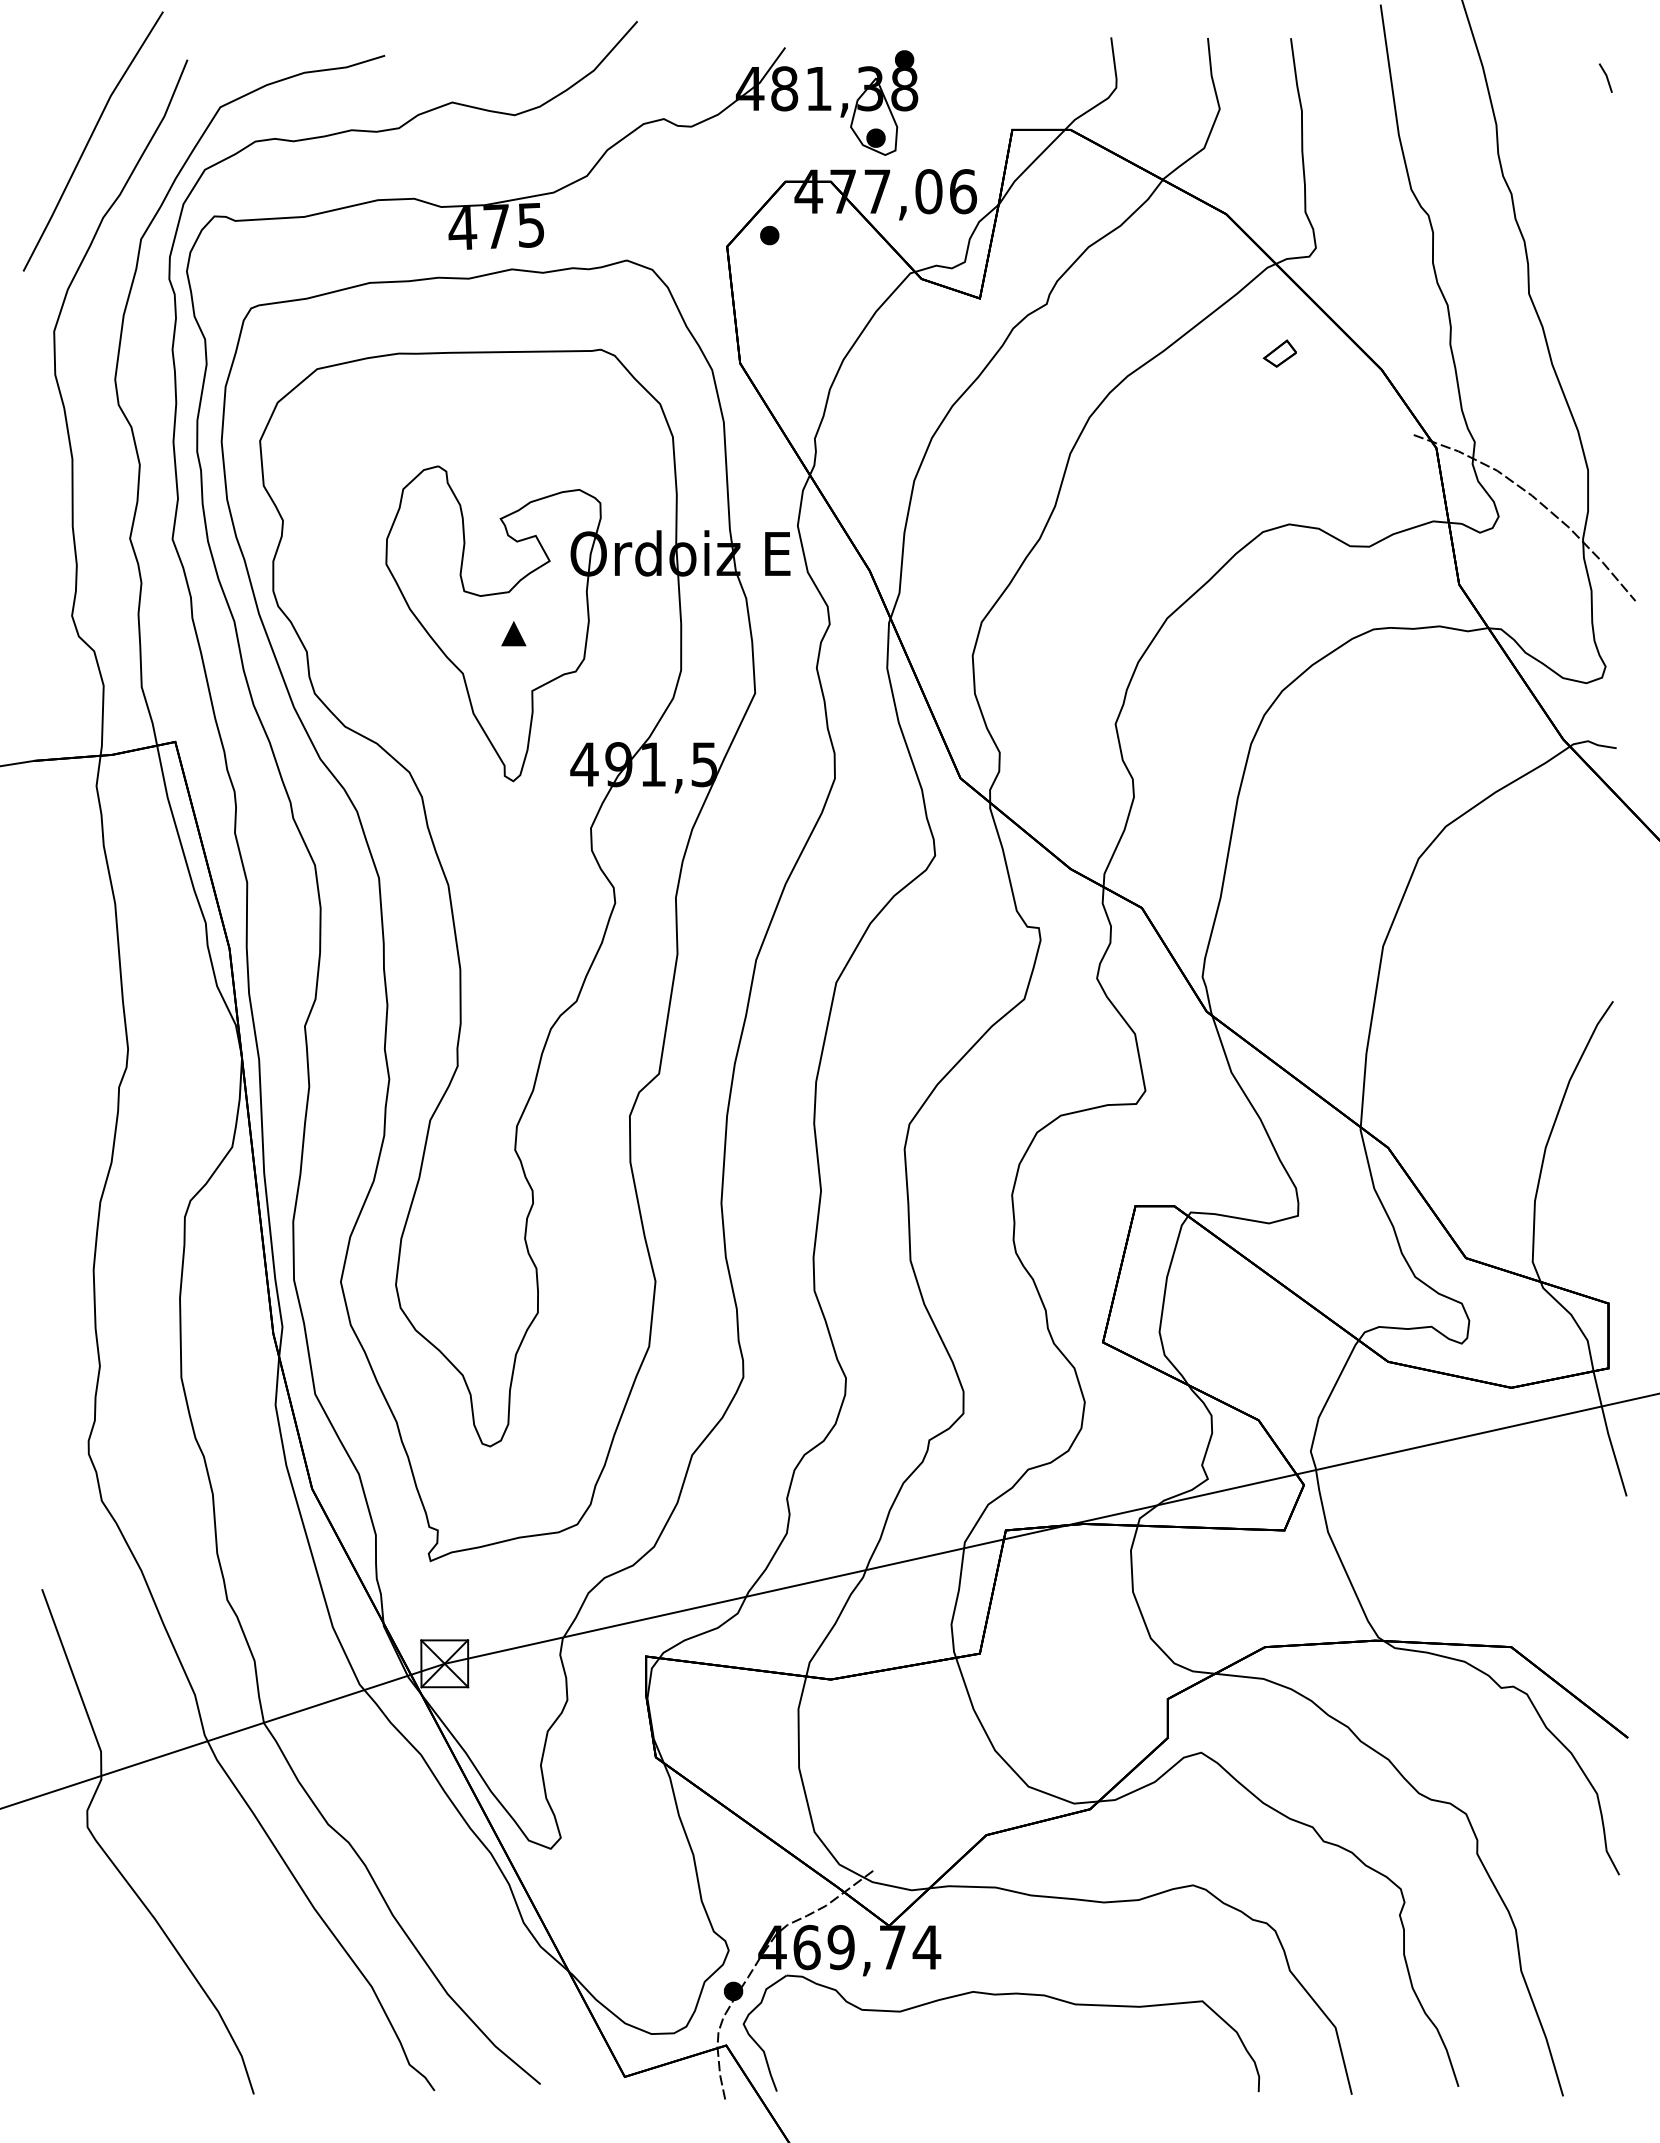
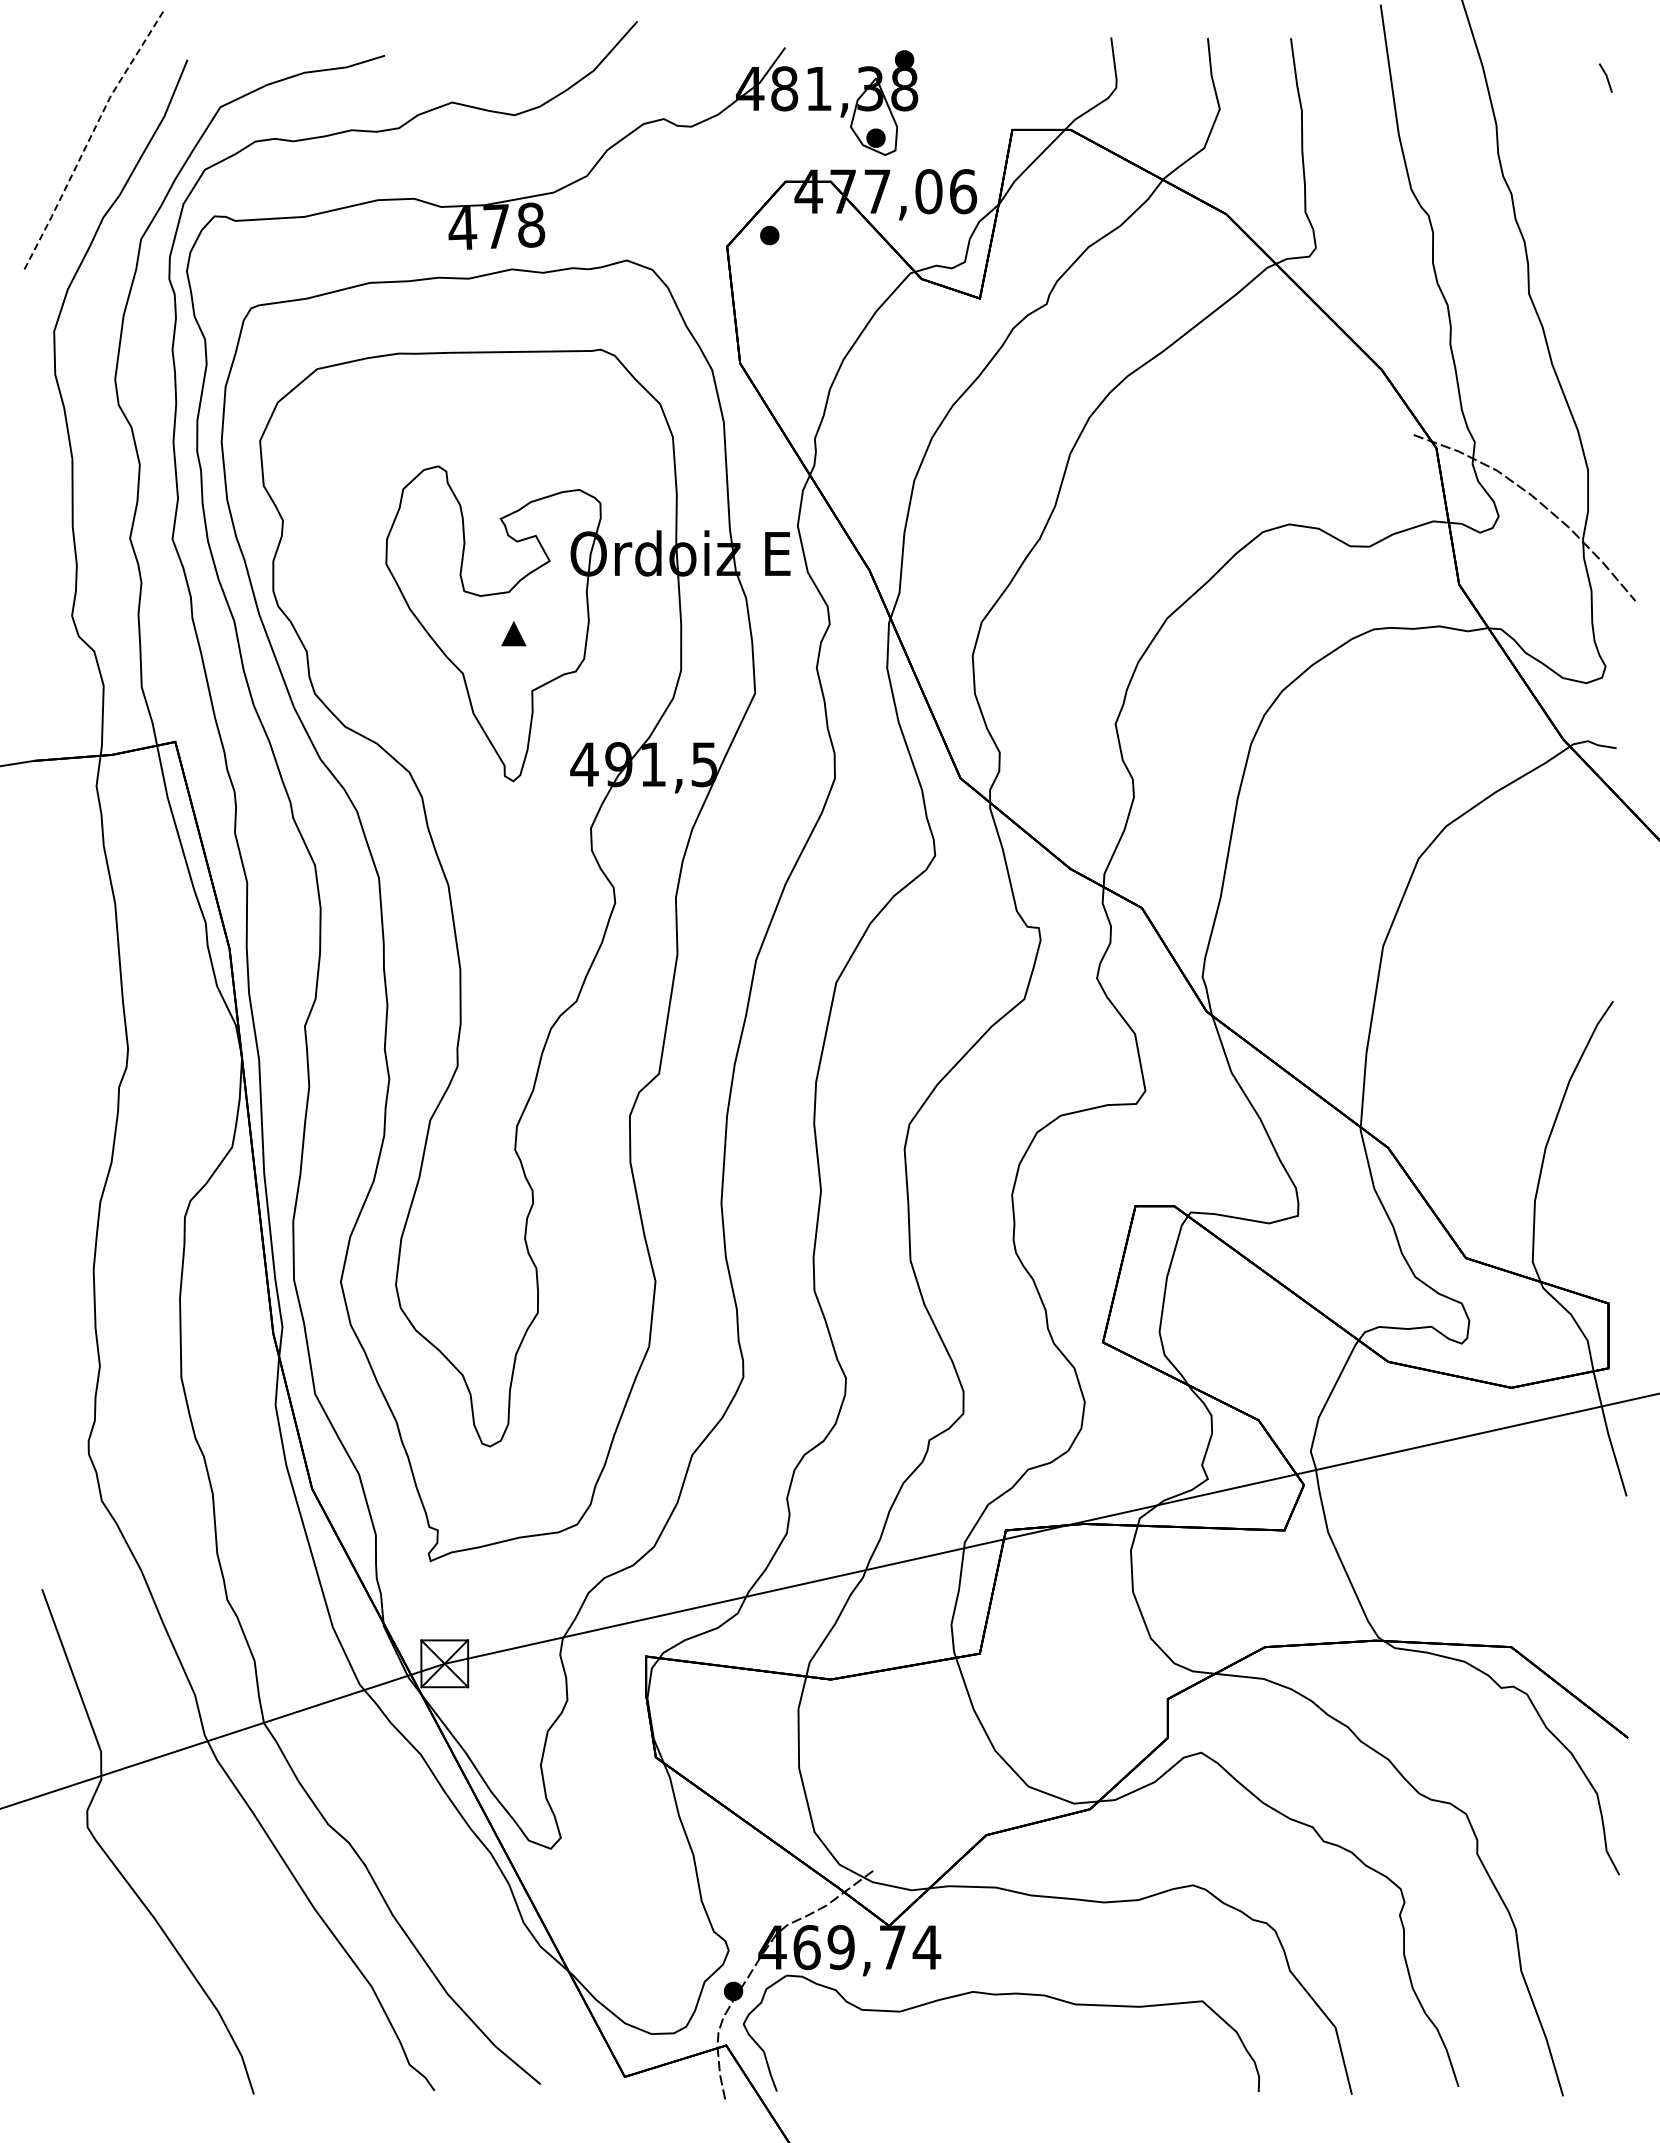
line at (89, 139): solid -> dashed
text at (531, 224): 475 -> 478
part at (1279, 353): present -> none
